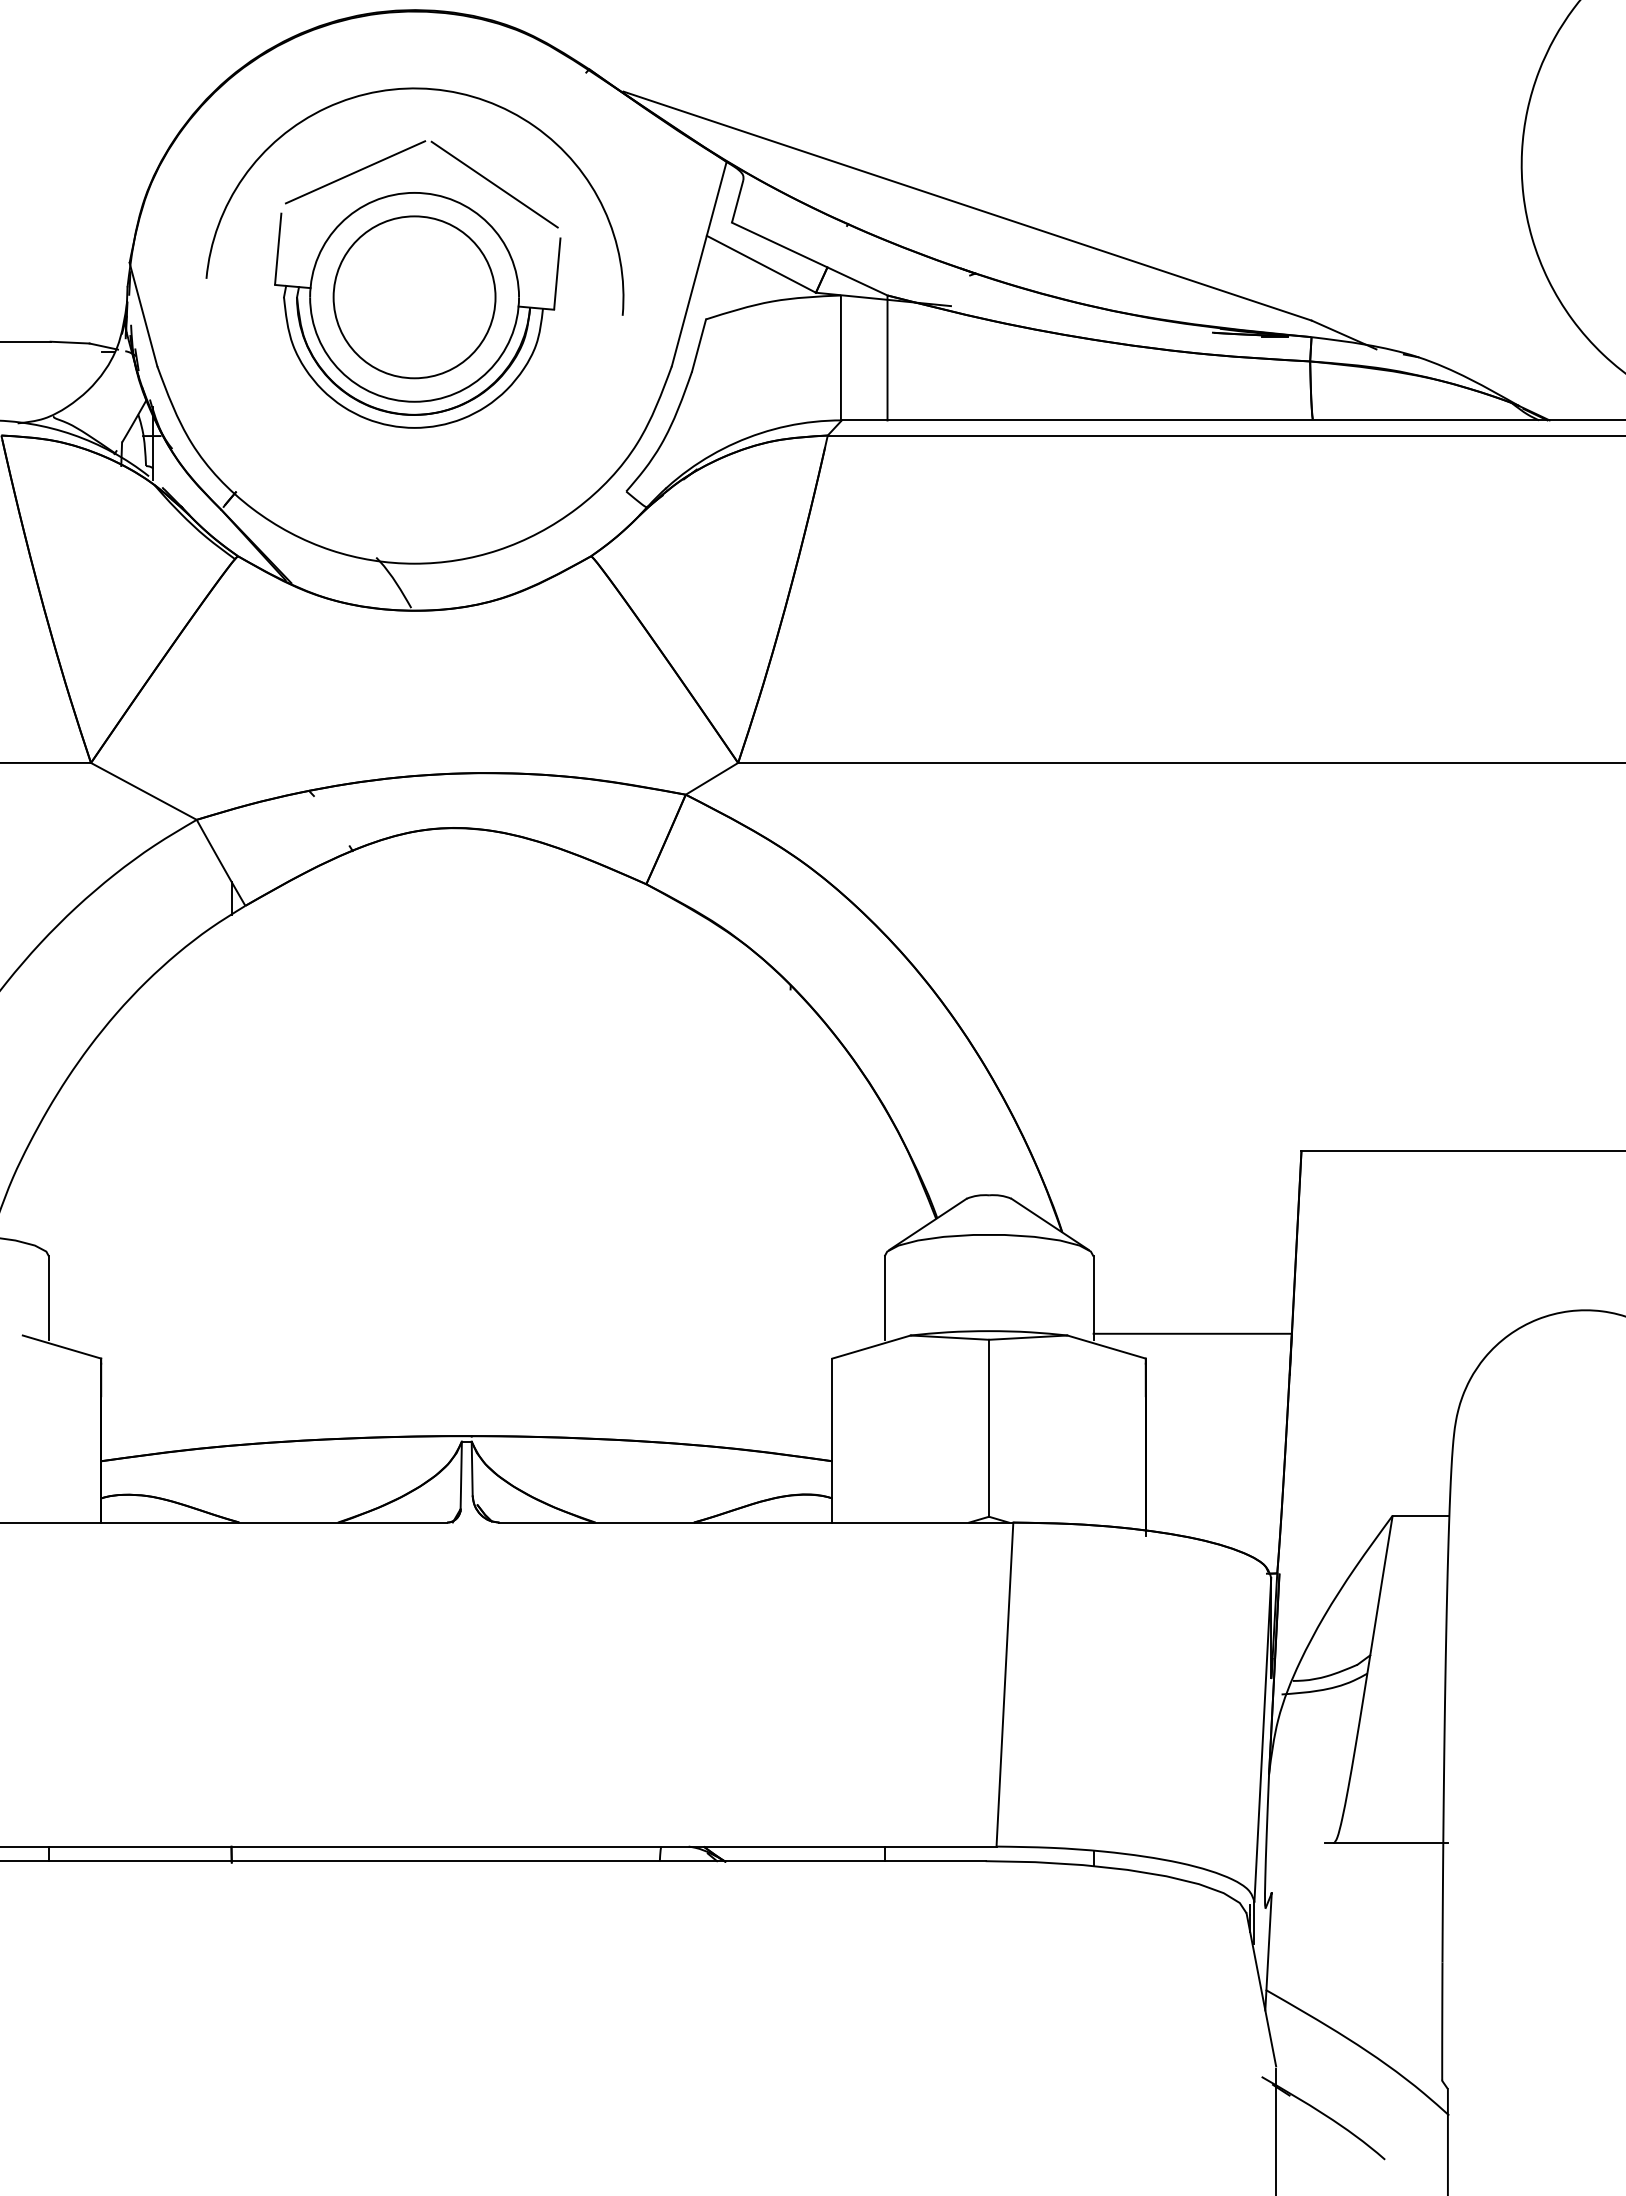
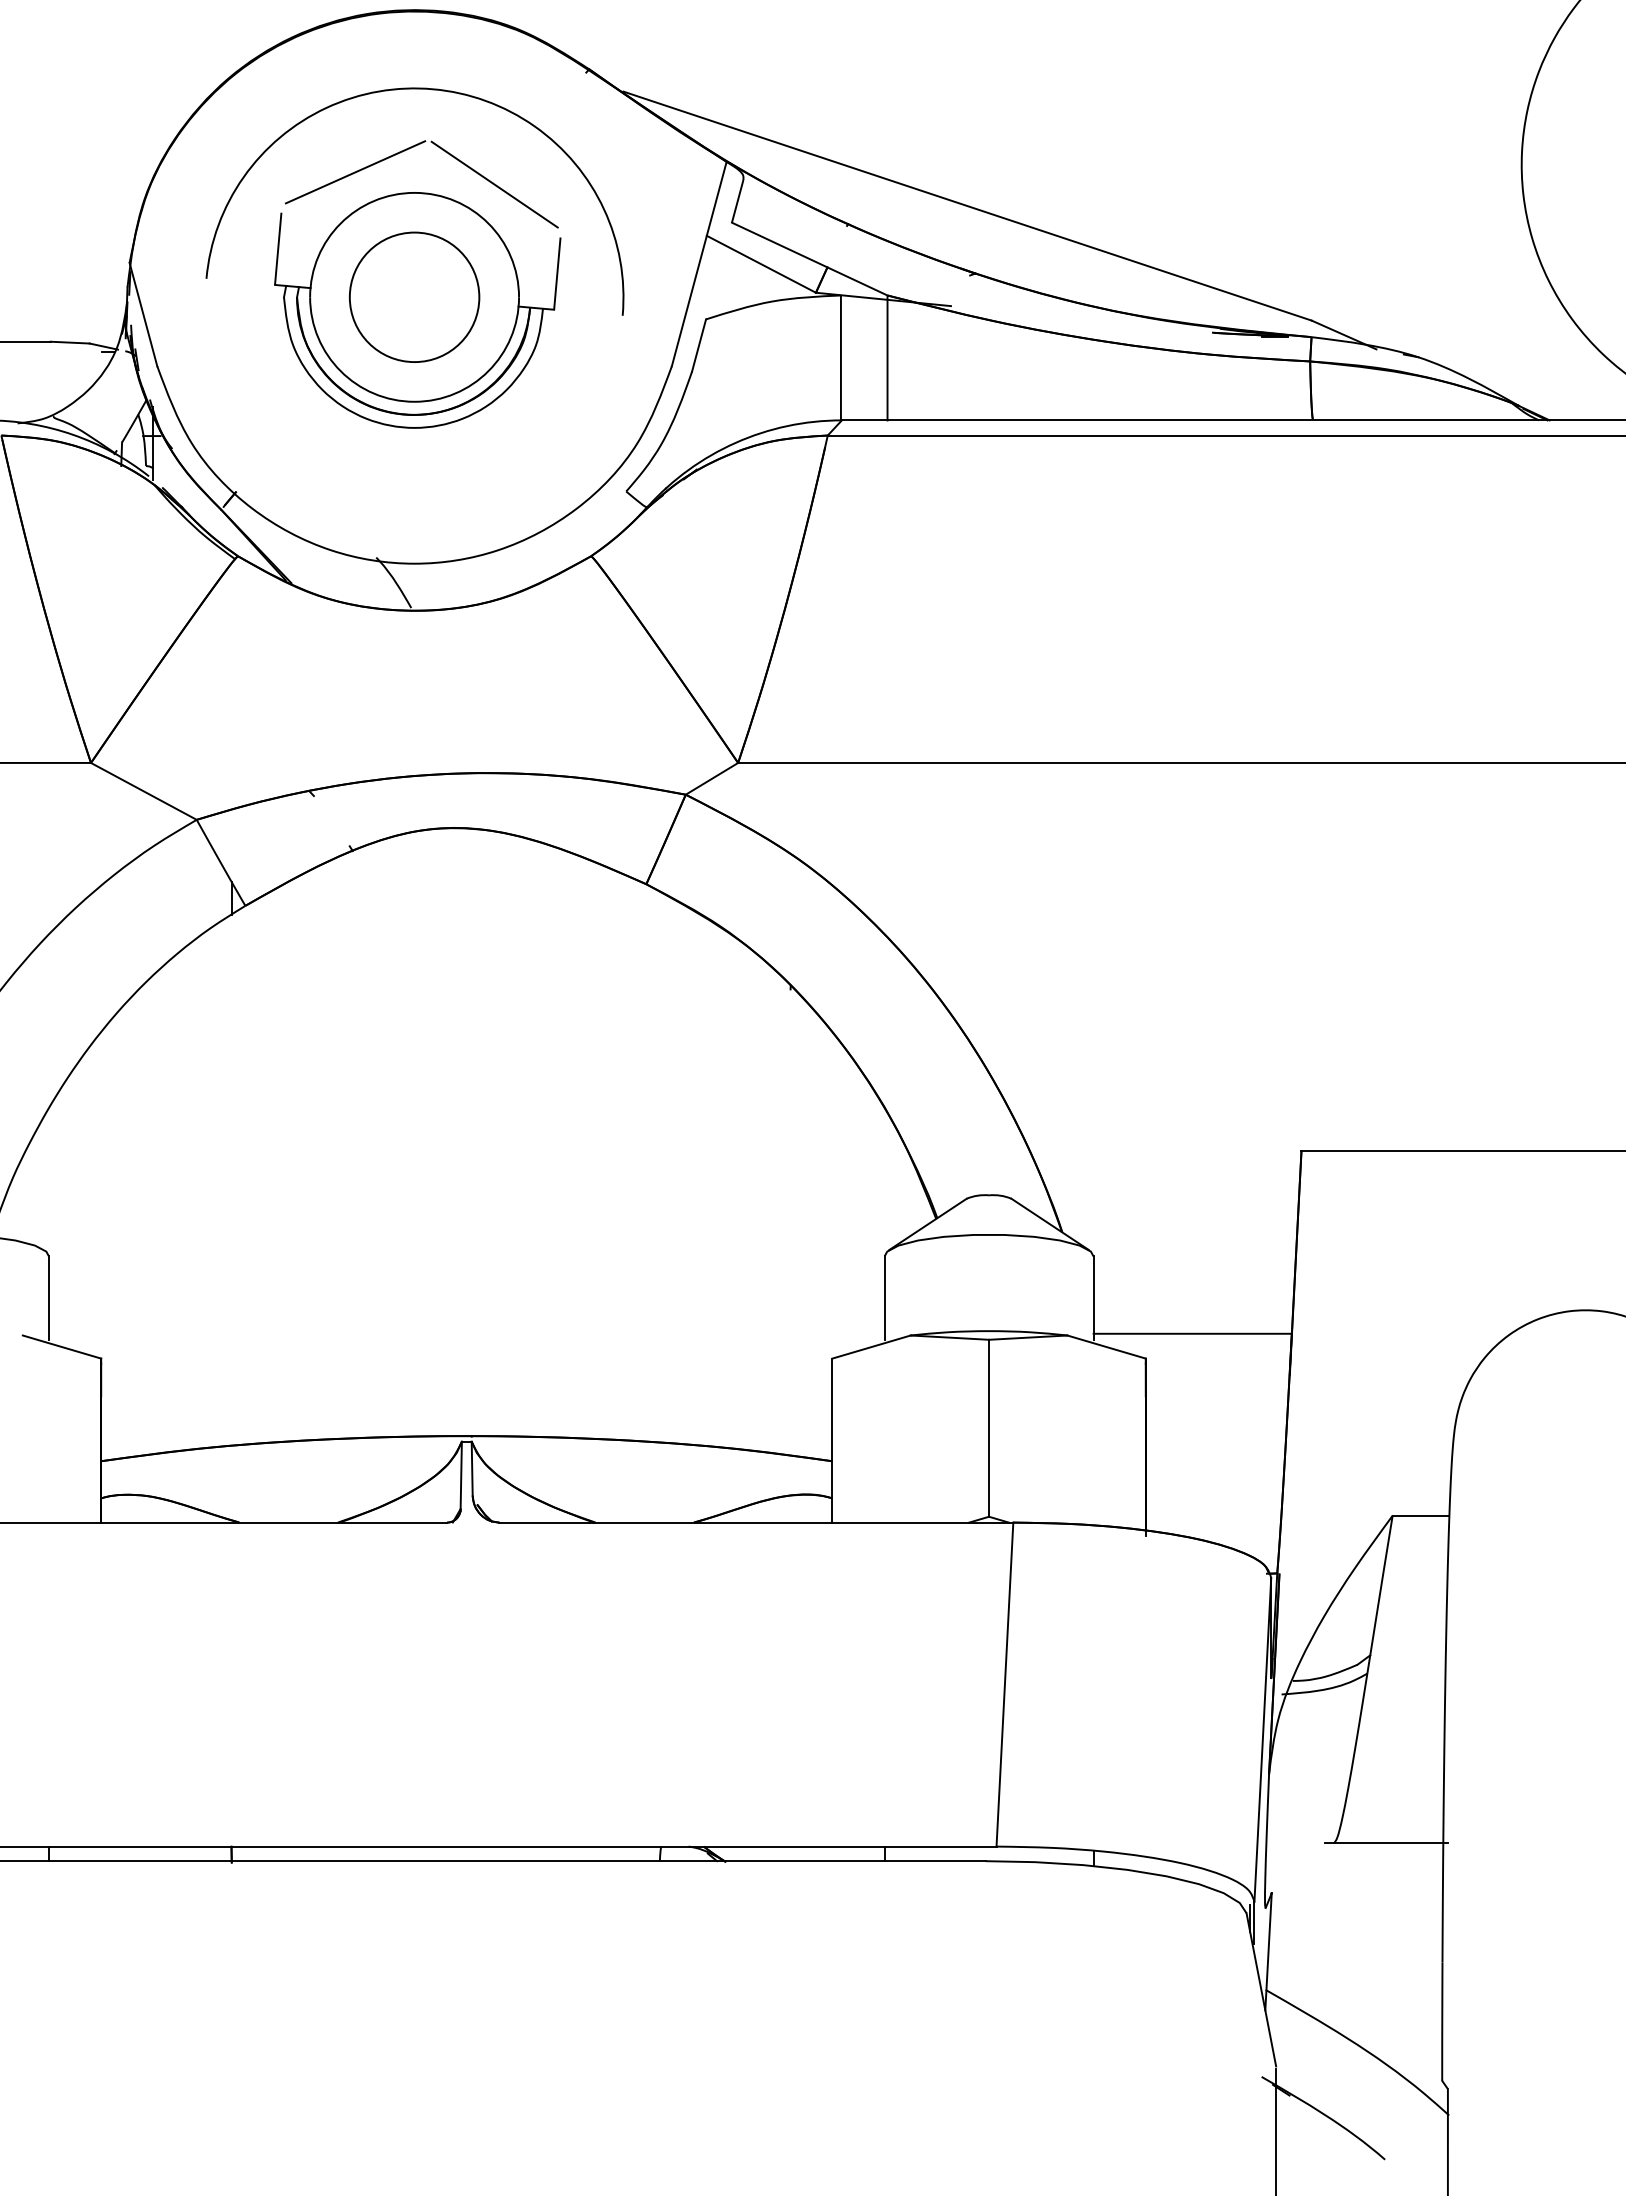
circle at (414, 297) diameter: 162 px -> 130 px
